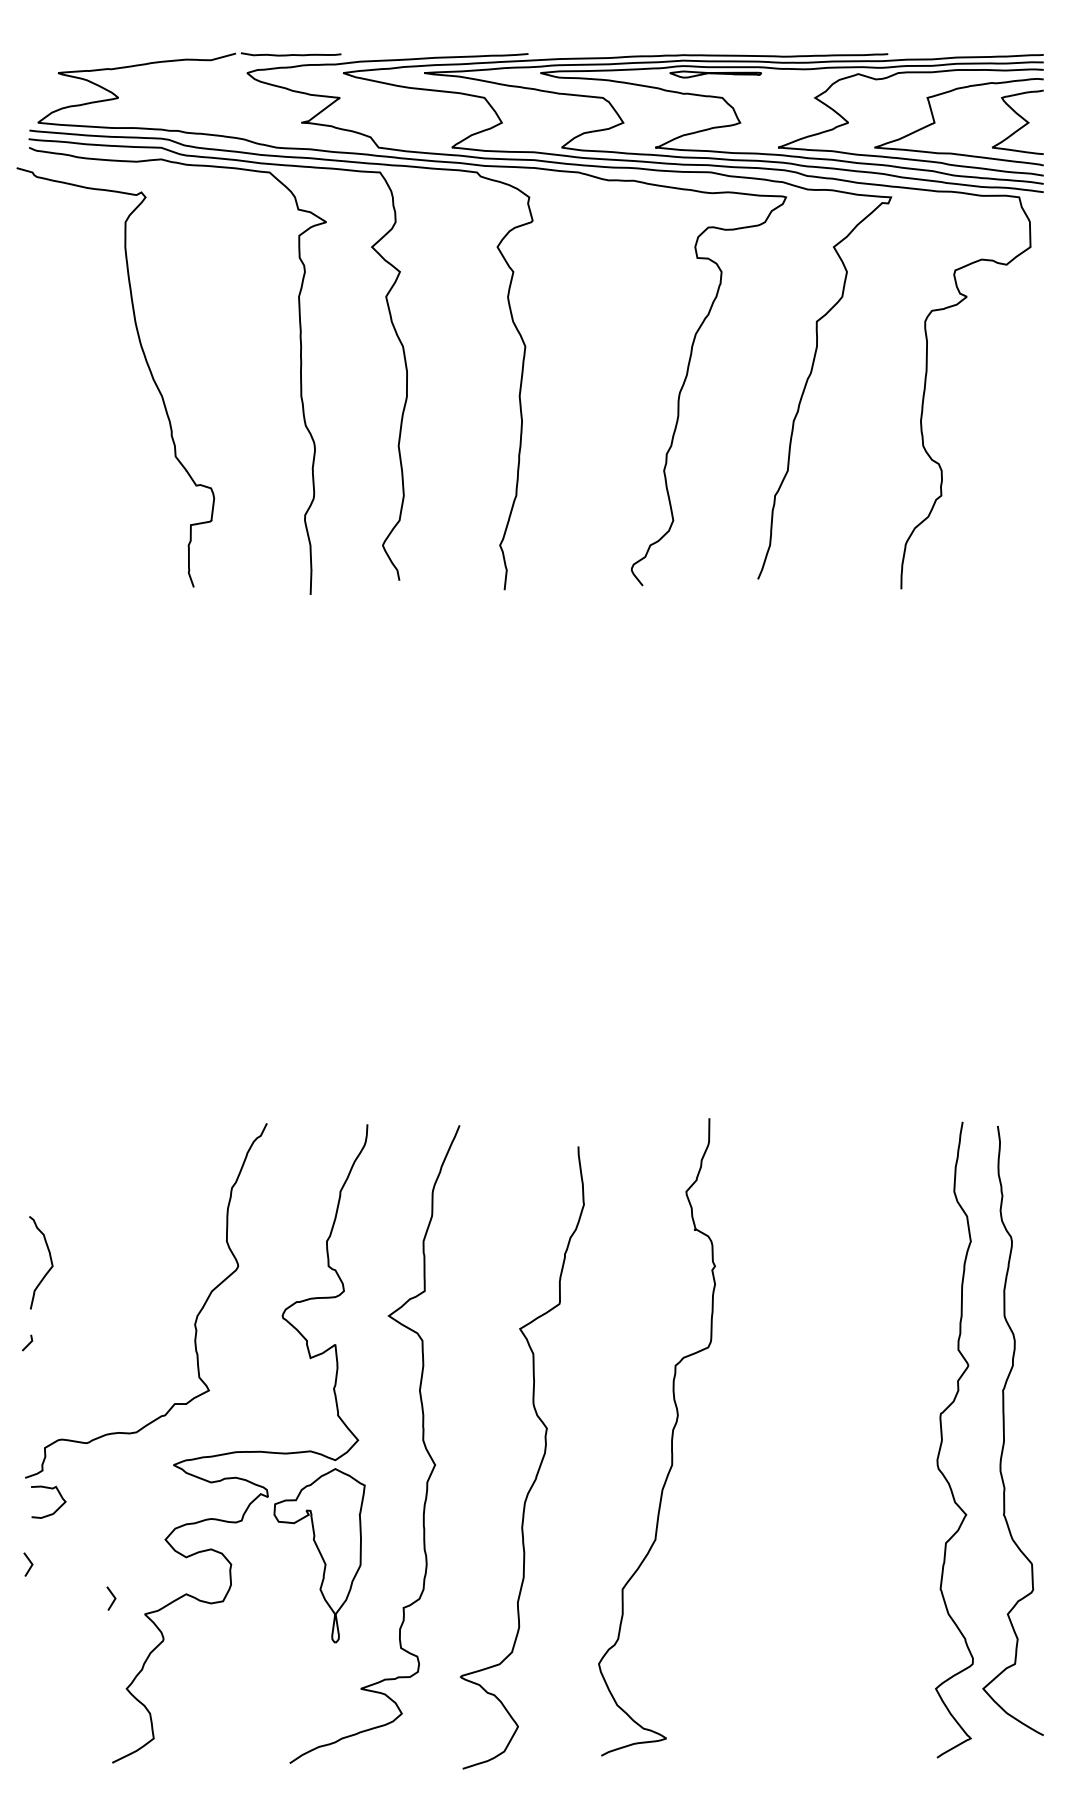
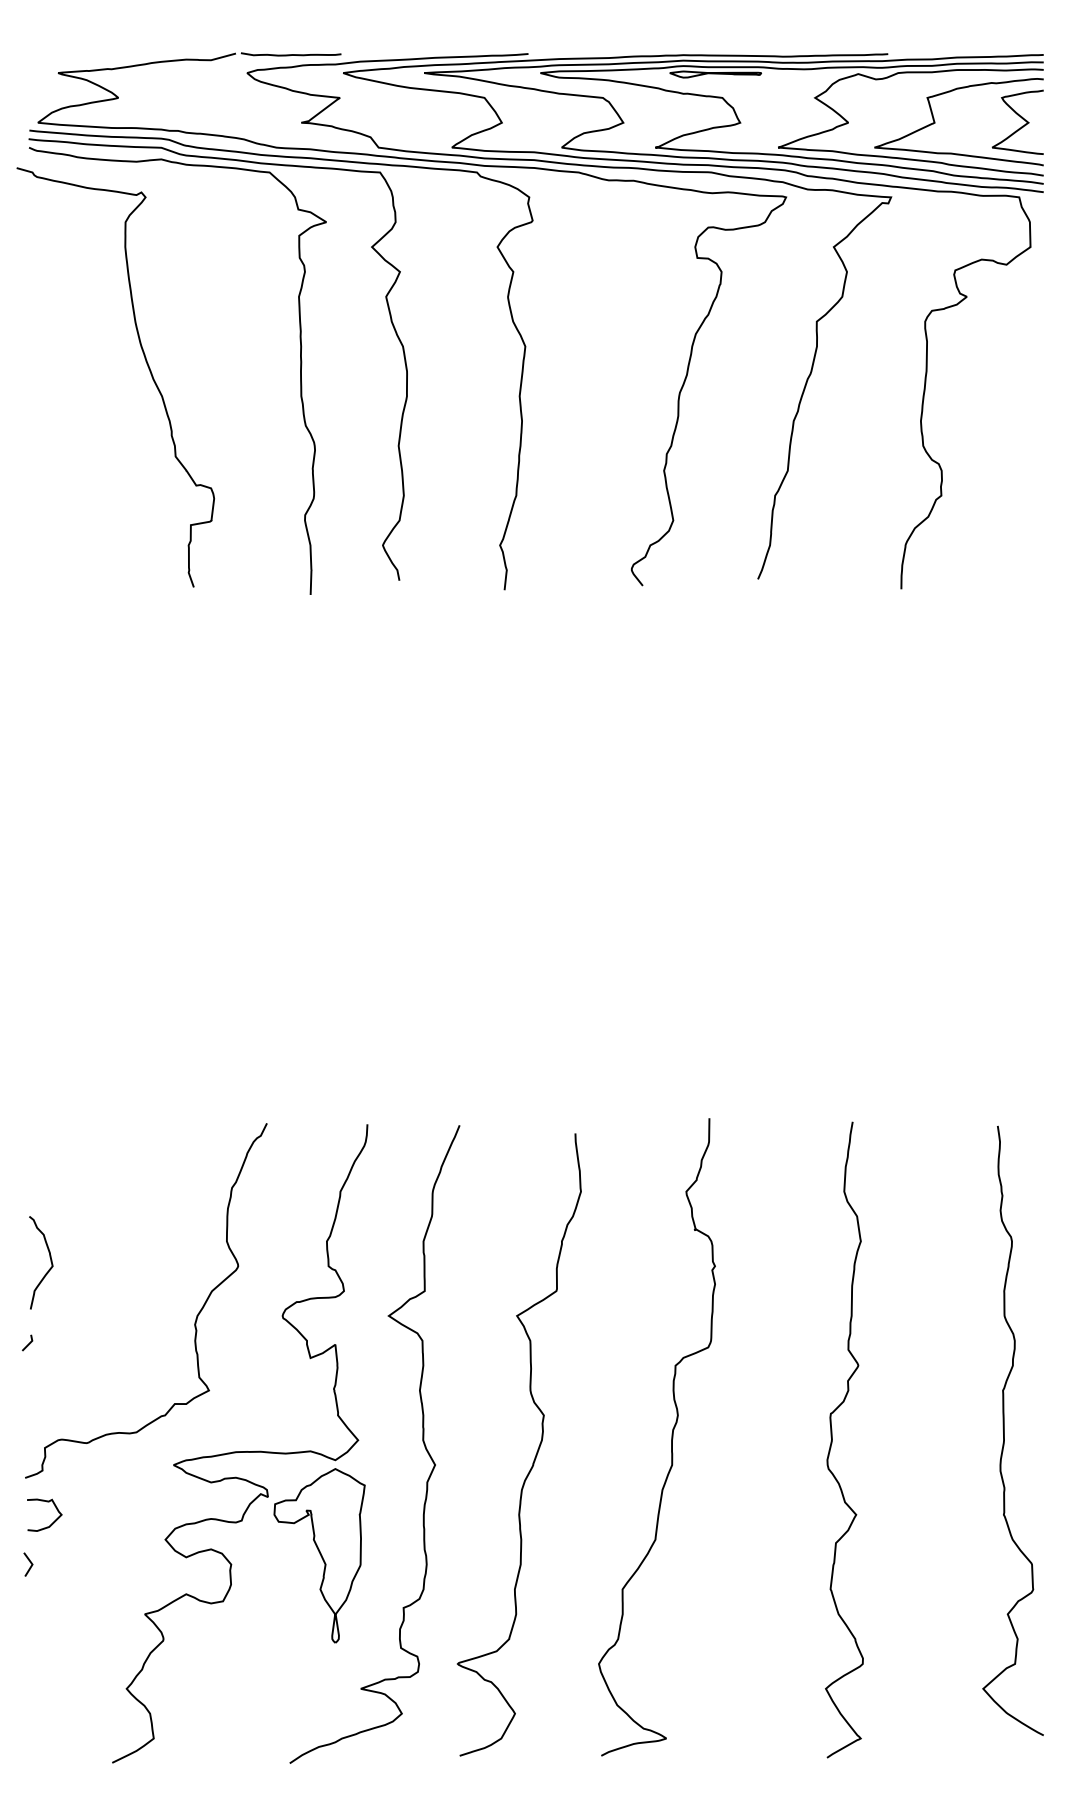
curve at (942, 1439) position: (942, 1439) -> (832, 1439)
curve at (539, 1464) position: (539, 1464) -> (536, 1451)
curve at (56, 1509) position: (56, 1509) -> (52, 1522)
line at (112, 1596): present -> none
